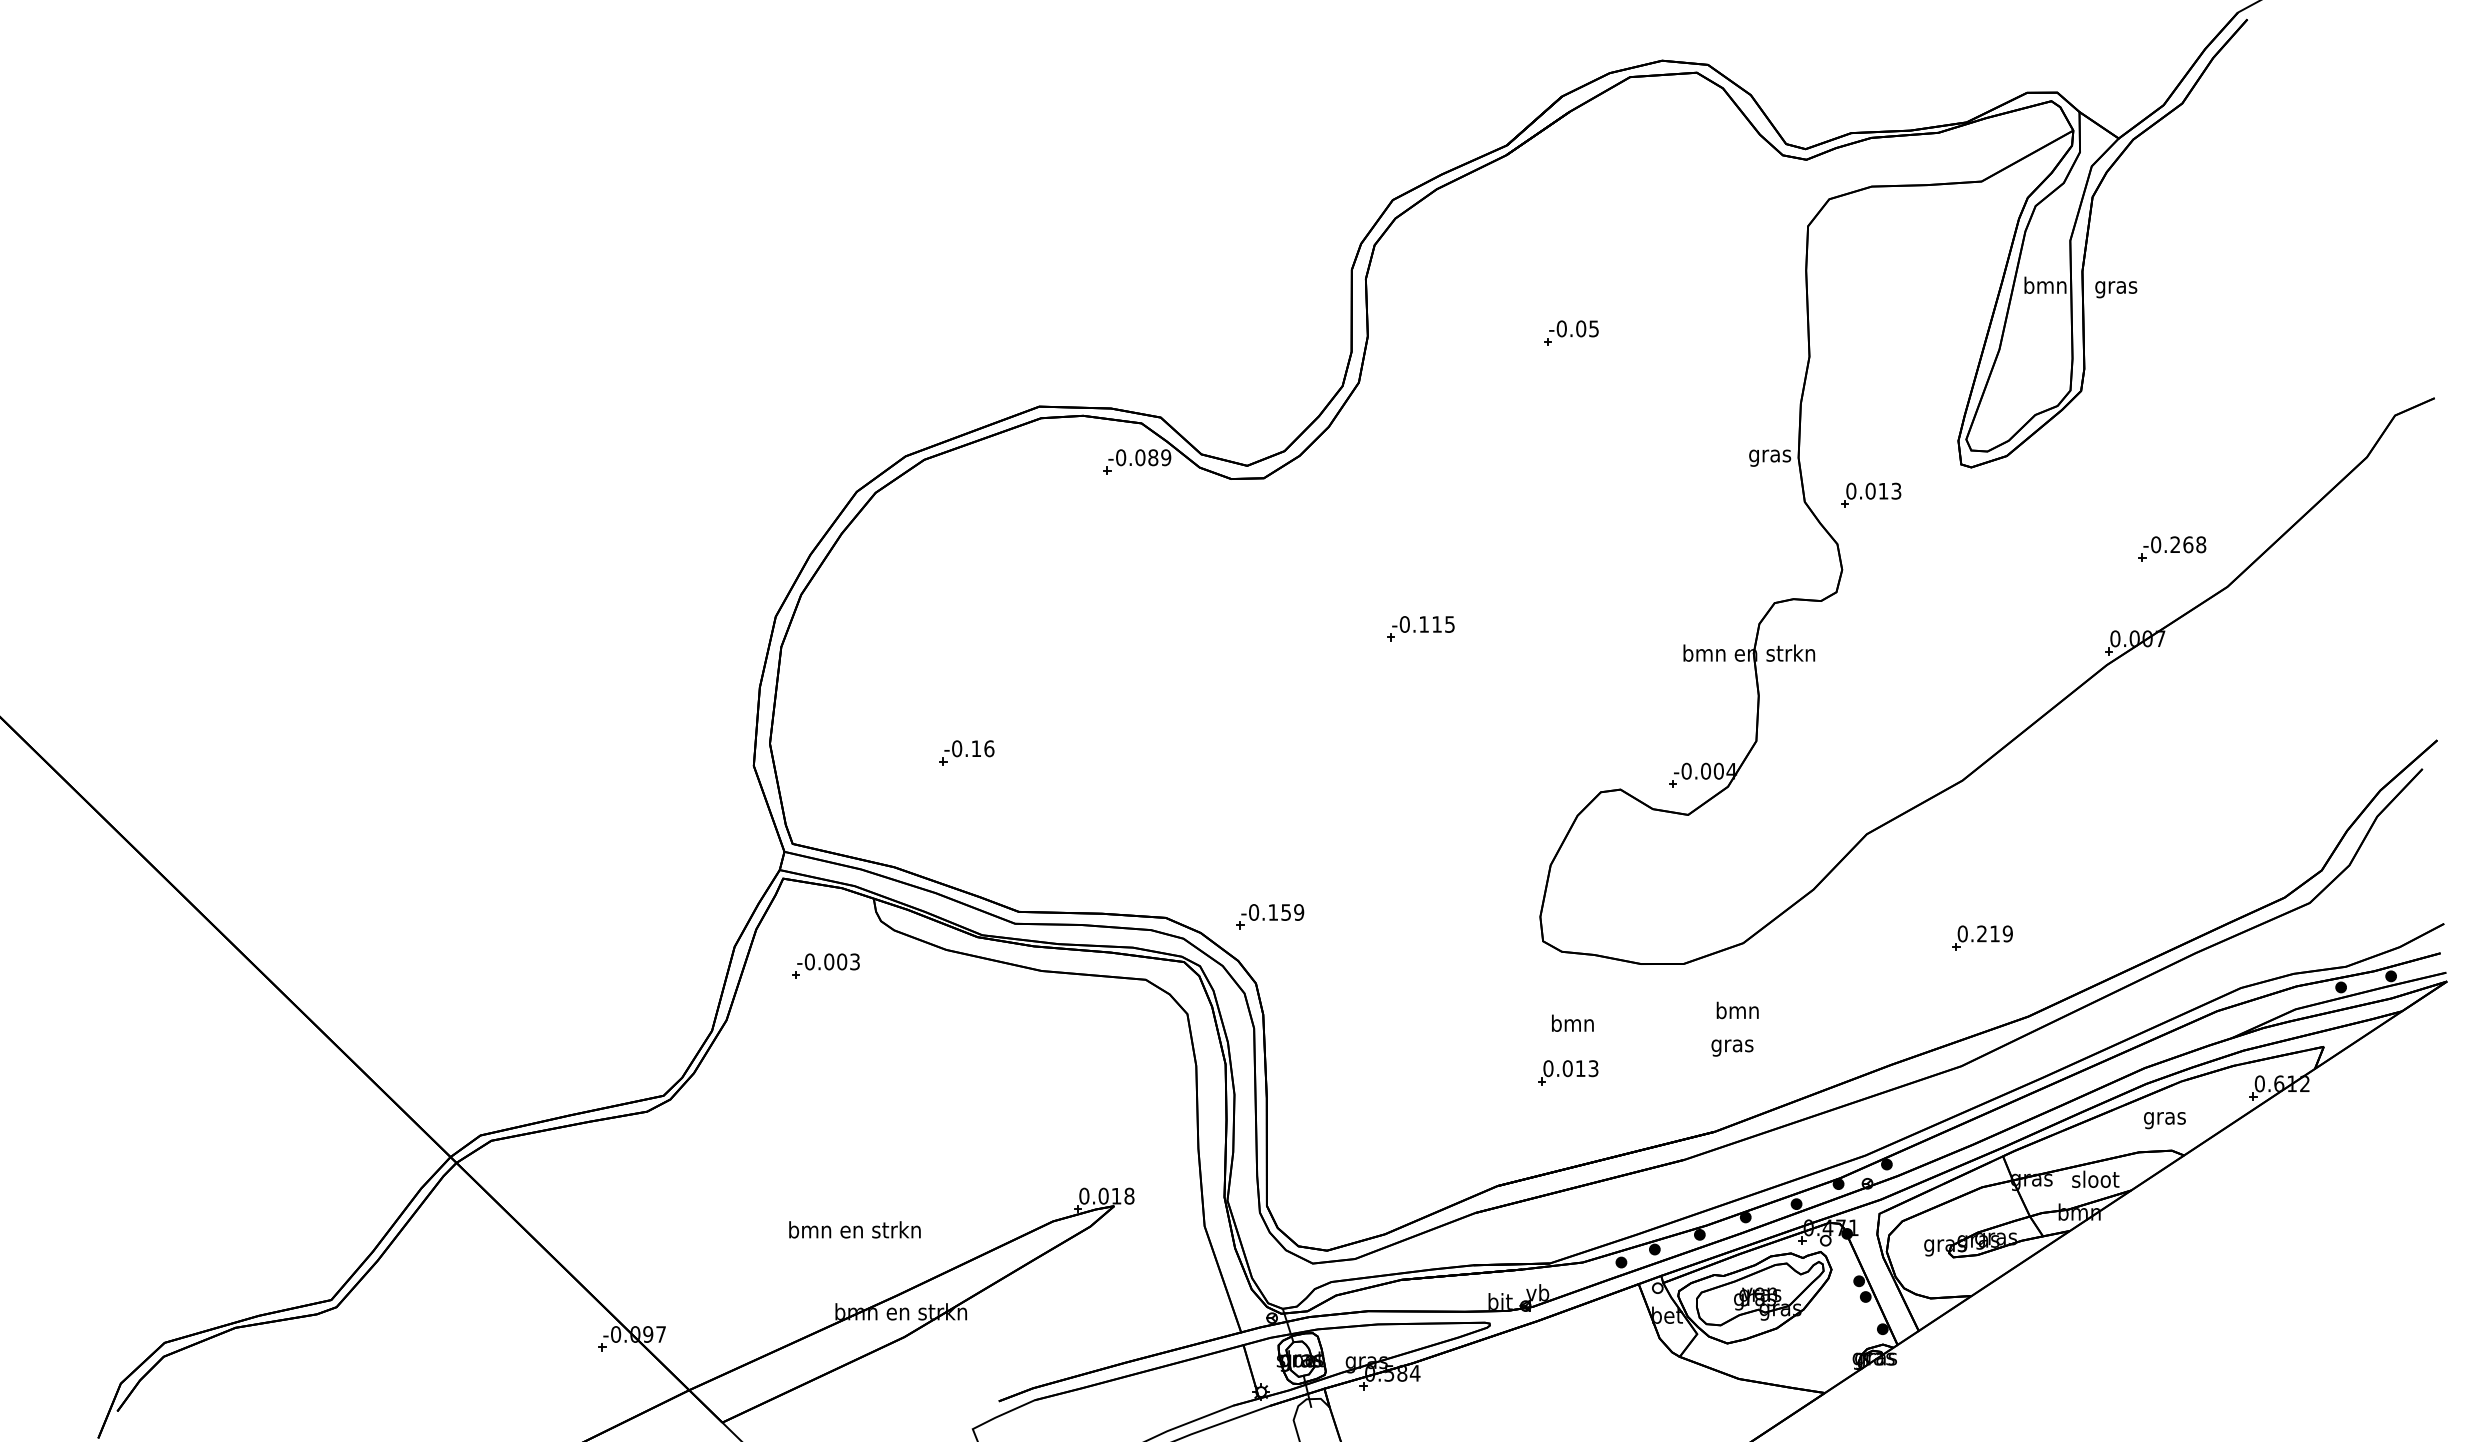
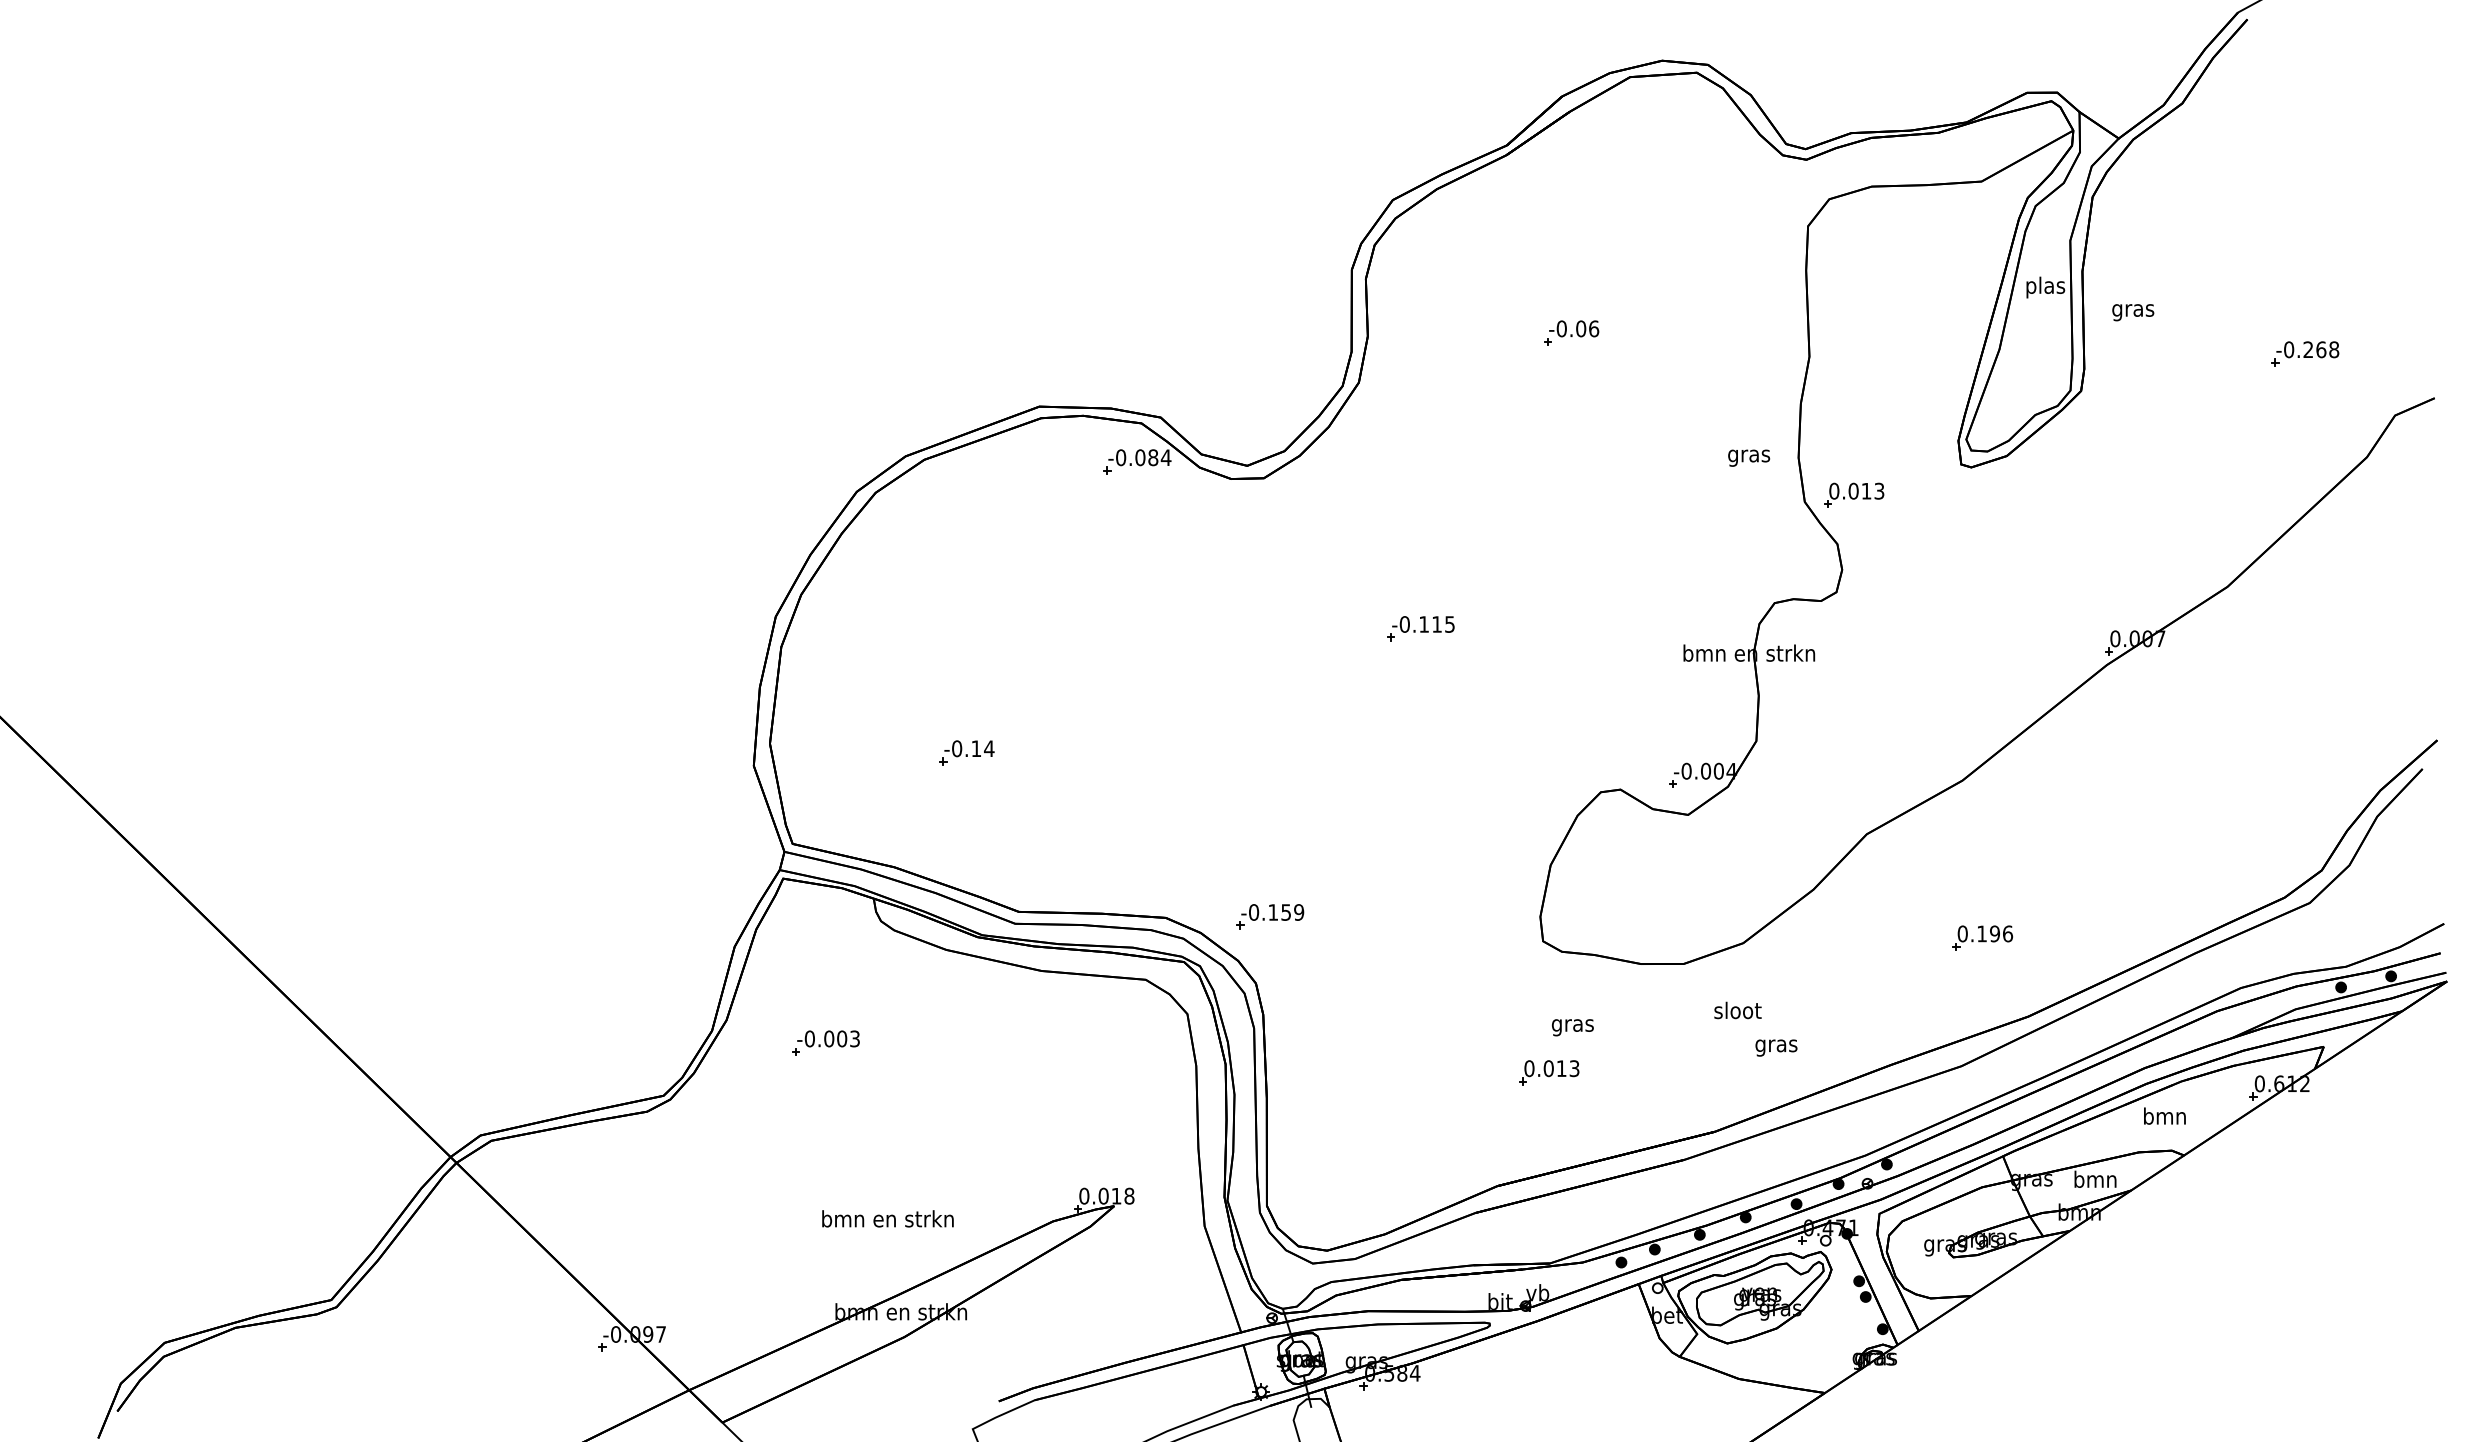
text at (2045, 287): bmn -> plas
text at (2116, 289) position: (2116, 289) -> (2133, 312)
text at (1594, 328): -0.05 -> -0.06
text at (1165, 457): -0.089 -> -0.084
text at (1770, 457) position: (1770, 457) -> (1749, 457)
part at (1871, 494) position: (1871, 494) -> (1854, 494)
part at (2172, 548) position: (2172, 548) -> (2305, 353)
text at (989, 748): -0.16 -> -0.14
text at (1995, 933): 0.219 -> 0.196
part at (825, 965) position: (825, 965) -> (825, 1042)
text at (1737, 1010): bmn -> sloot
text at (1572, 1025): bmn -> gras
text at (1732, 1047) position: (1732, 1047) -> (1776, 1047)
part at (1568, 1072) position: (1568, 1072) -> (1549, 1072)
text at (2164, 1118): gras -> bmn
text at (2095, 1178): sloot -> bmn
text at (854, 1229) position: (854, 1229) -> (887, 1218)
